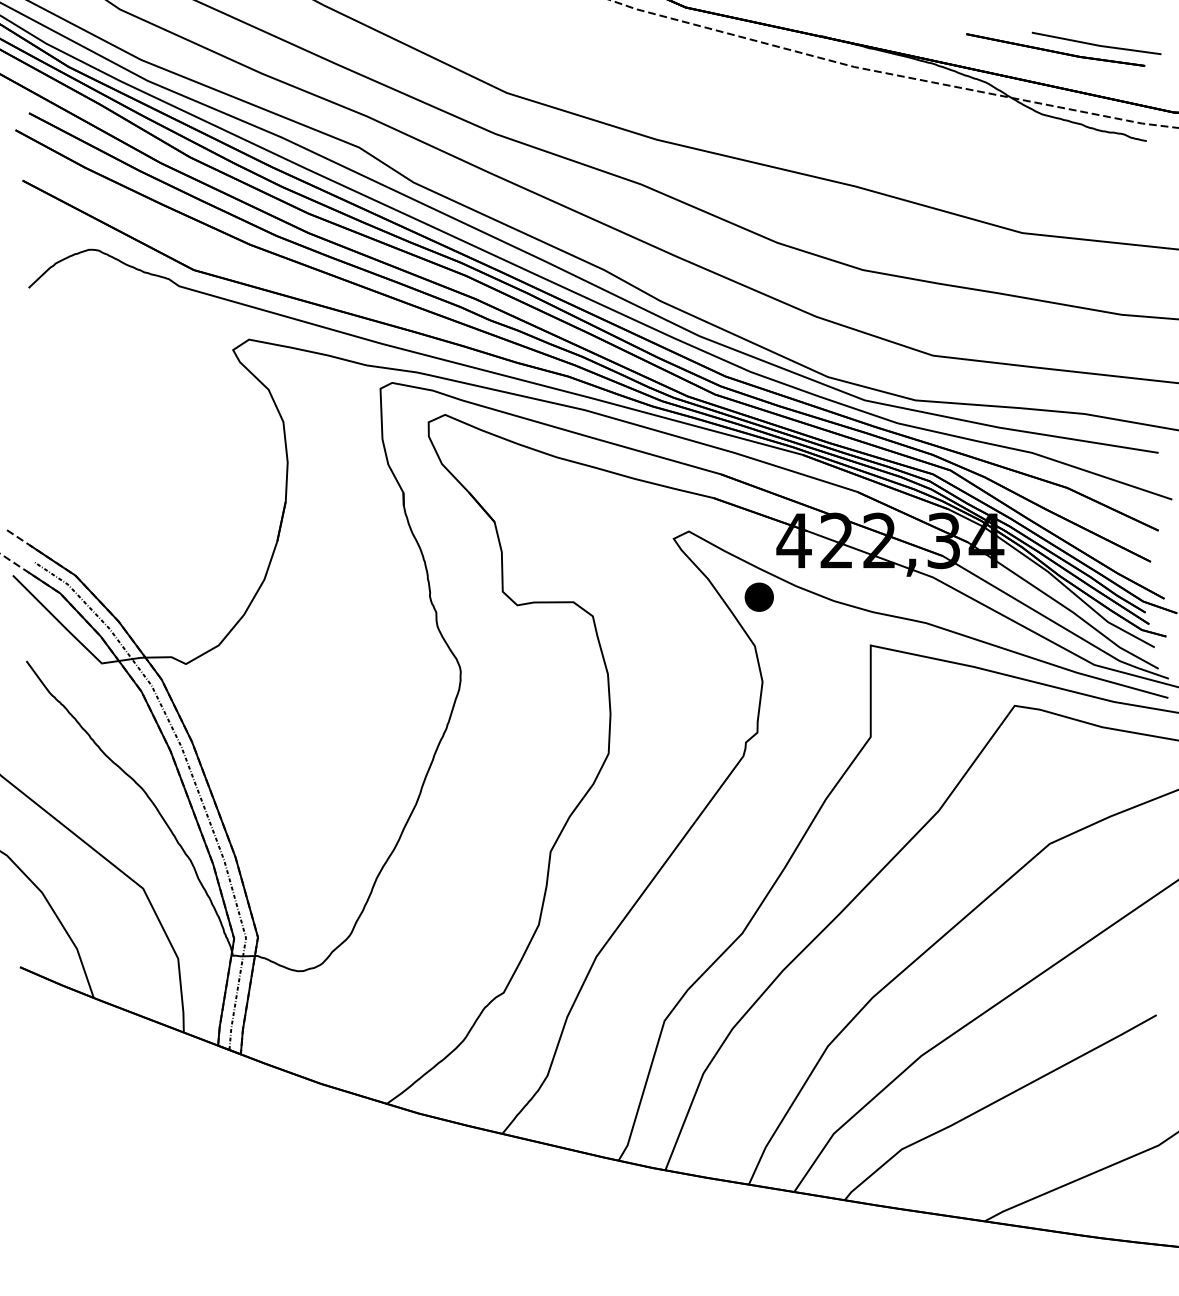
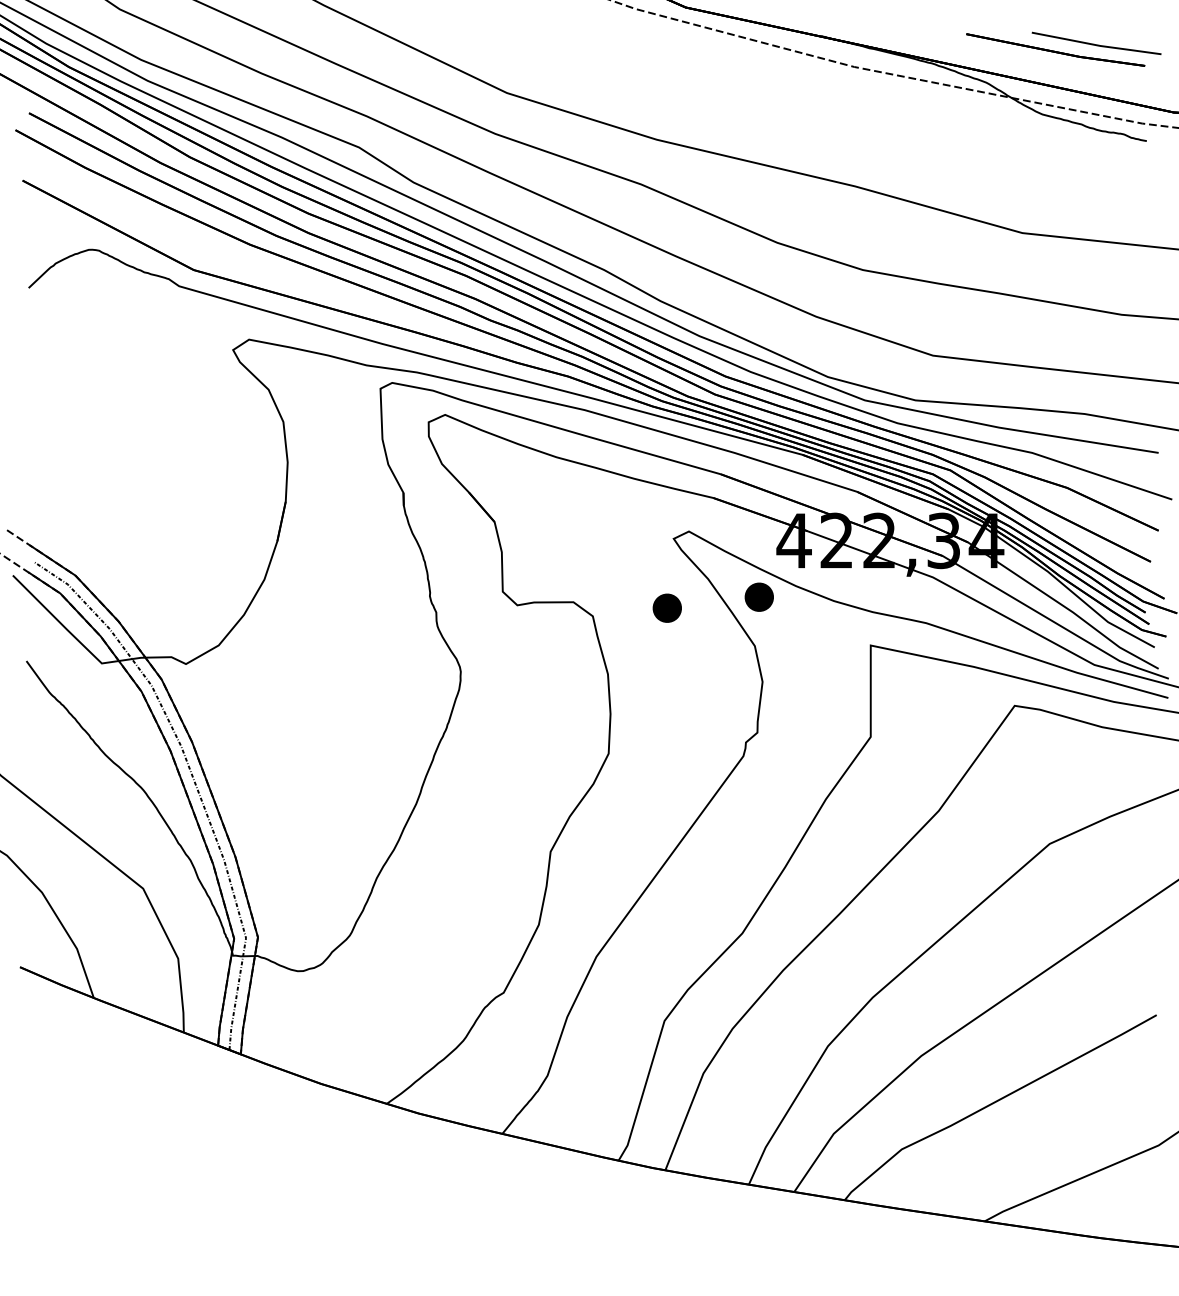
part at (666, 607): none -> present
